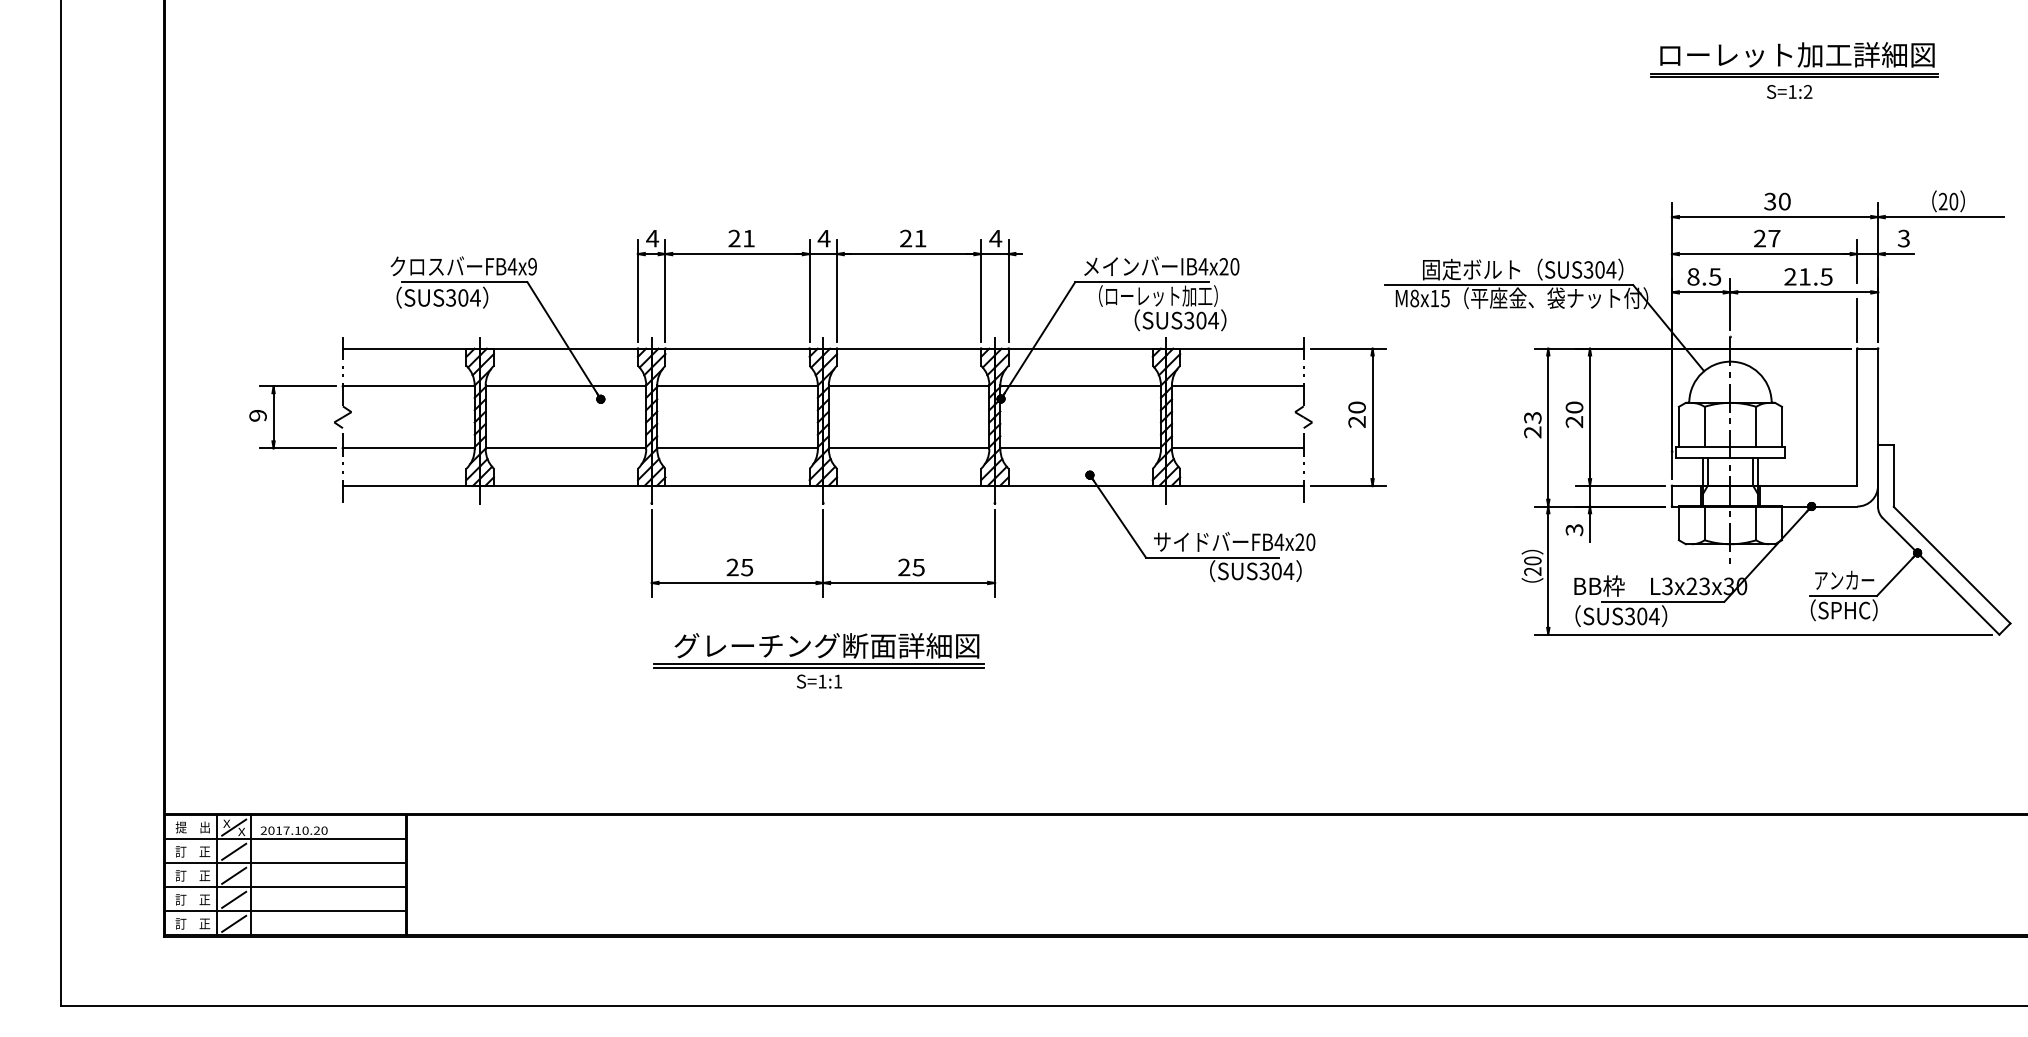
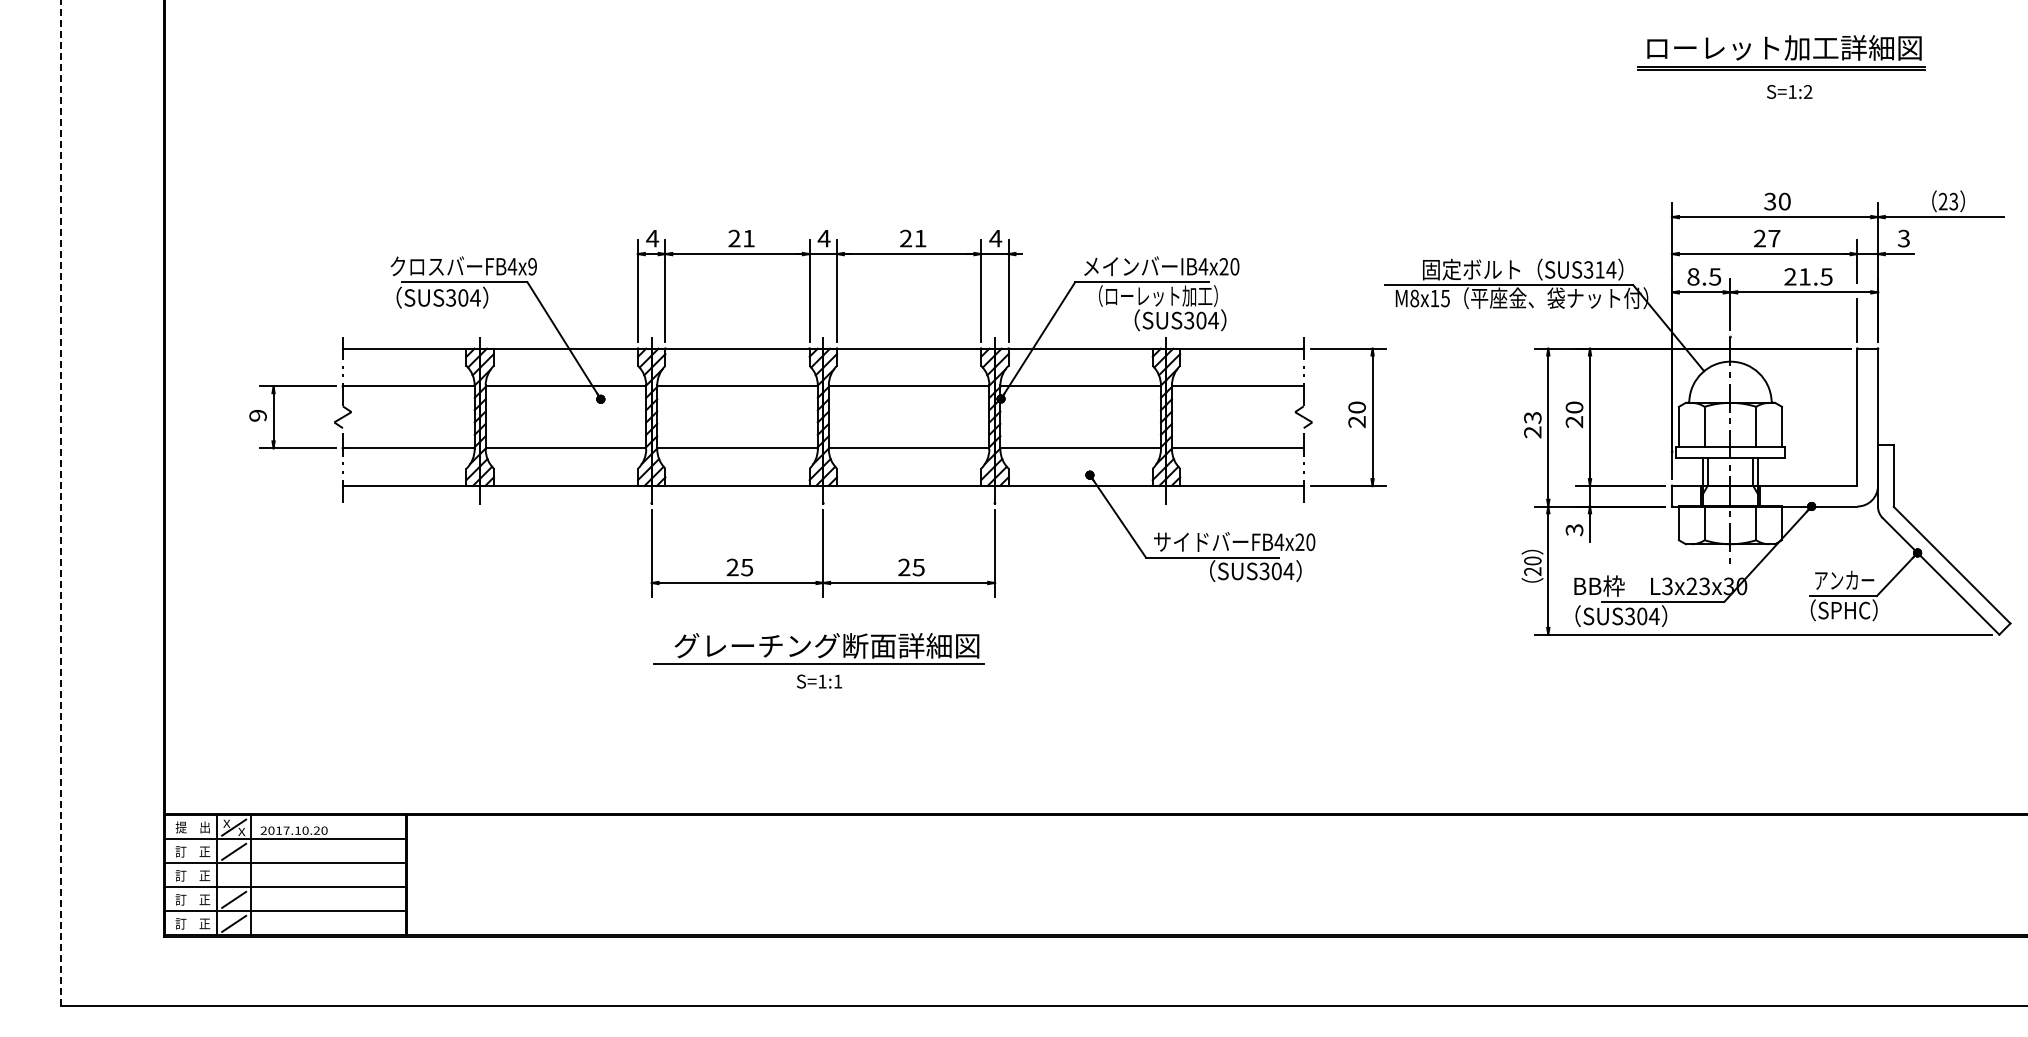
part at (1794, 59) position: (1794, 59) -> (1781, 52)
text at (1953, 201): 20 -> 23
text at (1599, 269): SUS304 -> SUS314
line at (60, 502): solid -> dashed
line at (819, 667): present -> none
line at (234, 875): present -> none
